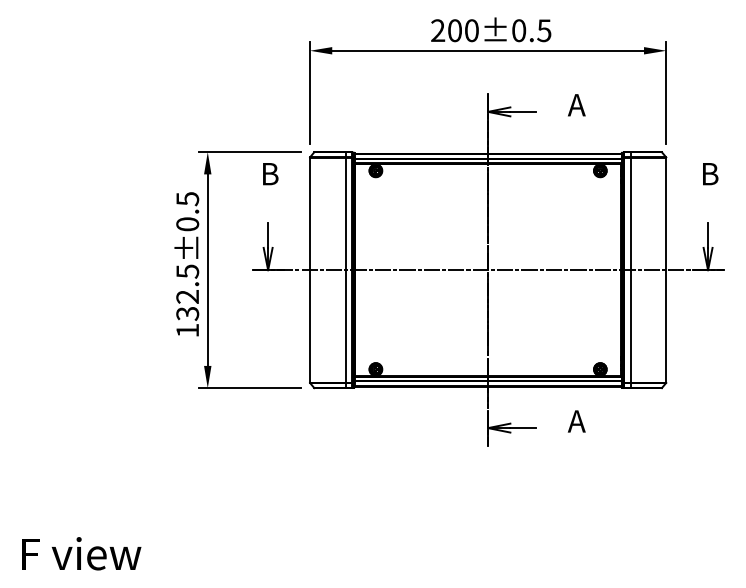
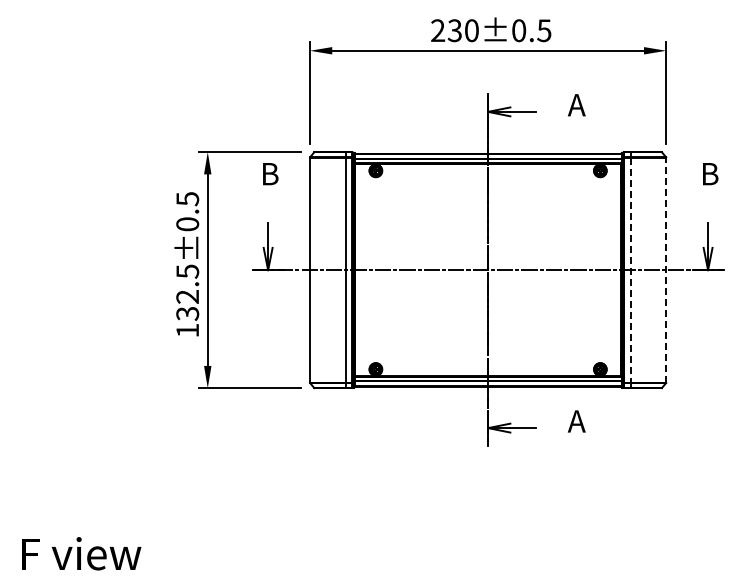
text at (454, 30): 200±0.5 -> 230±0.5
line at (666, 269): solid -> dashed
line at (630, 270): solid -> dashed
